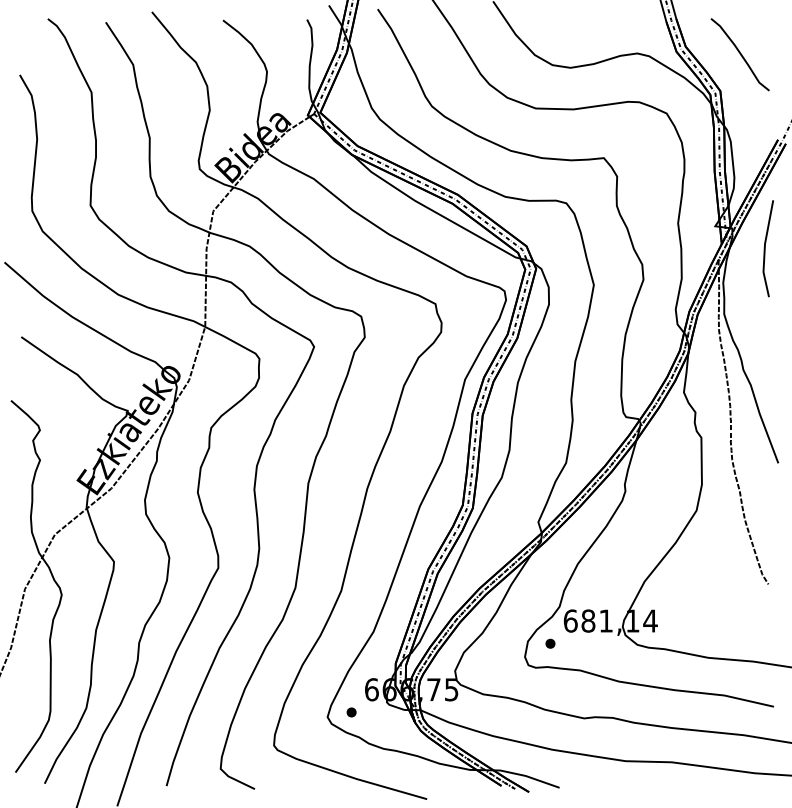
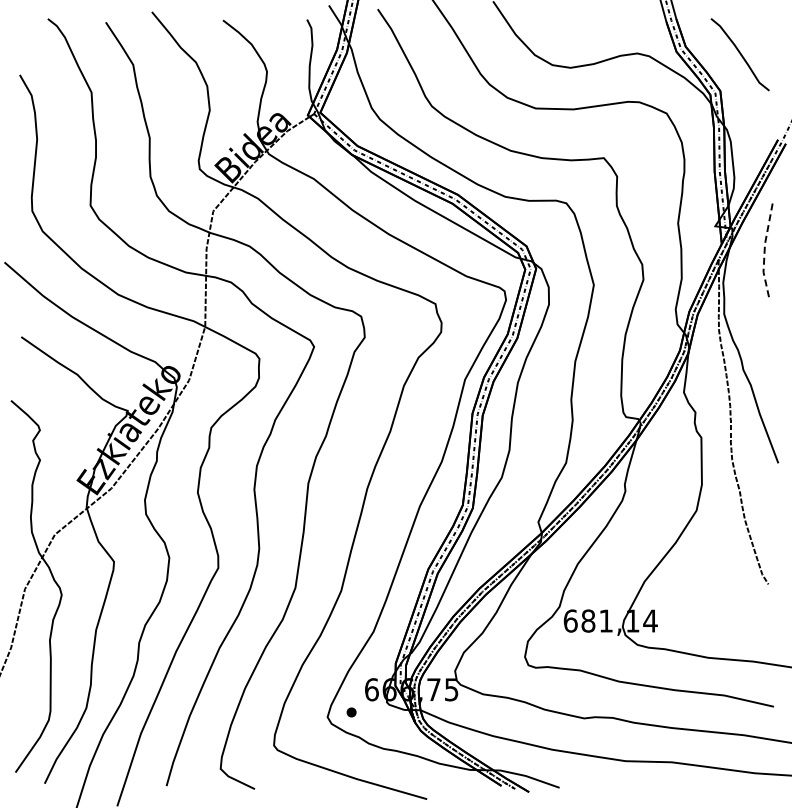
line at (764, 248): solid -> dashed
part at (550, 643): present -> none
